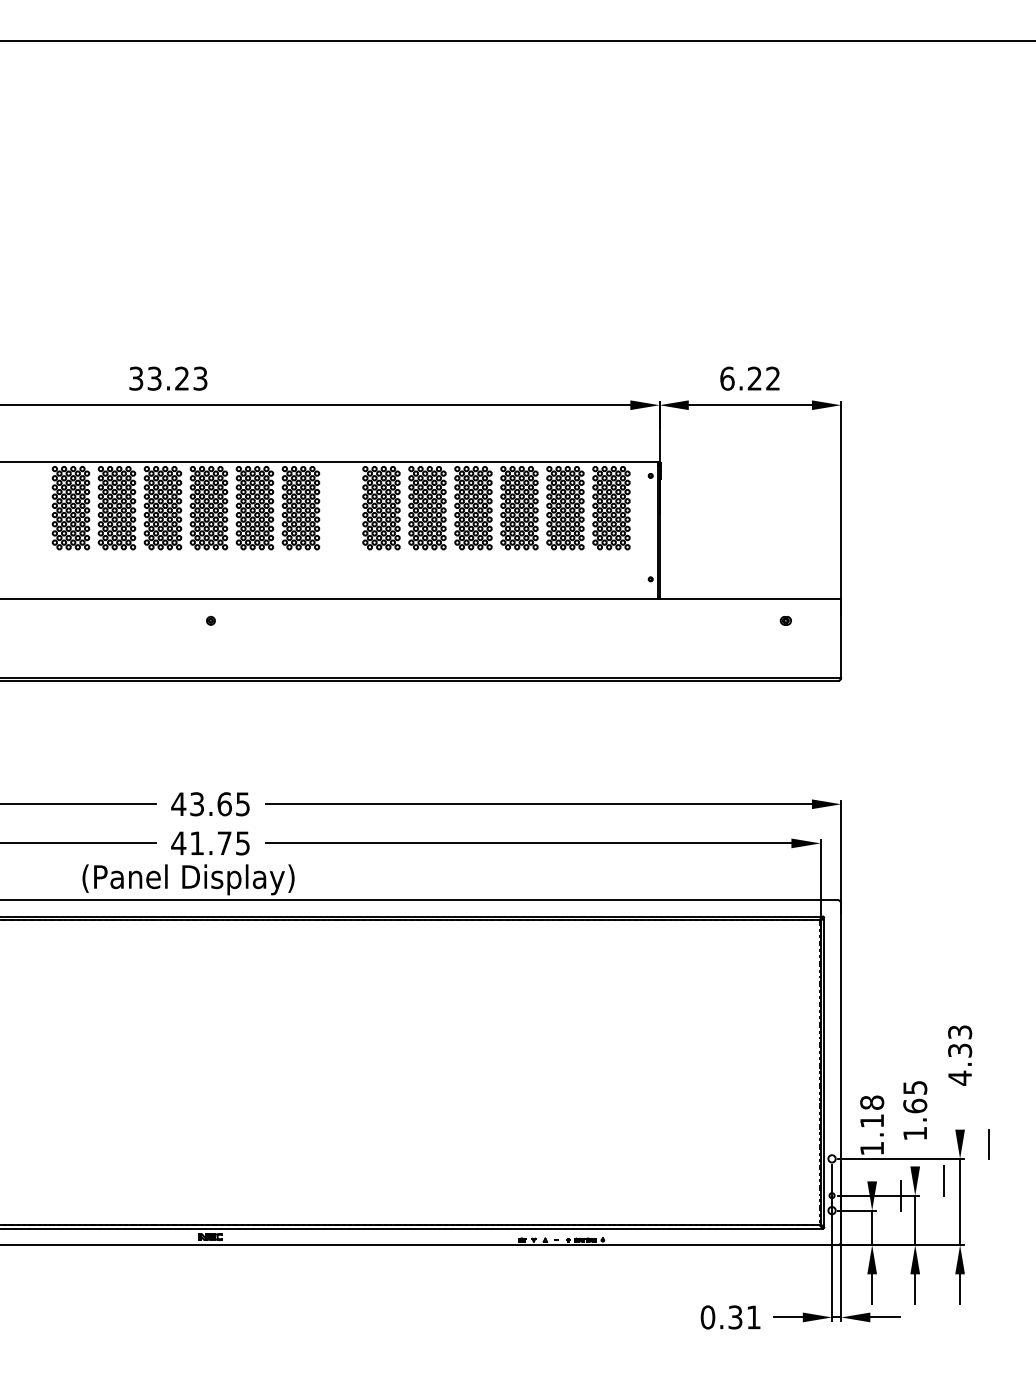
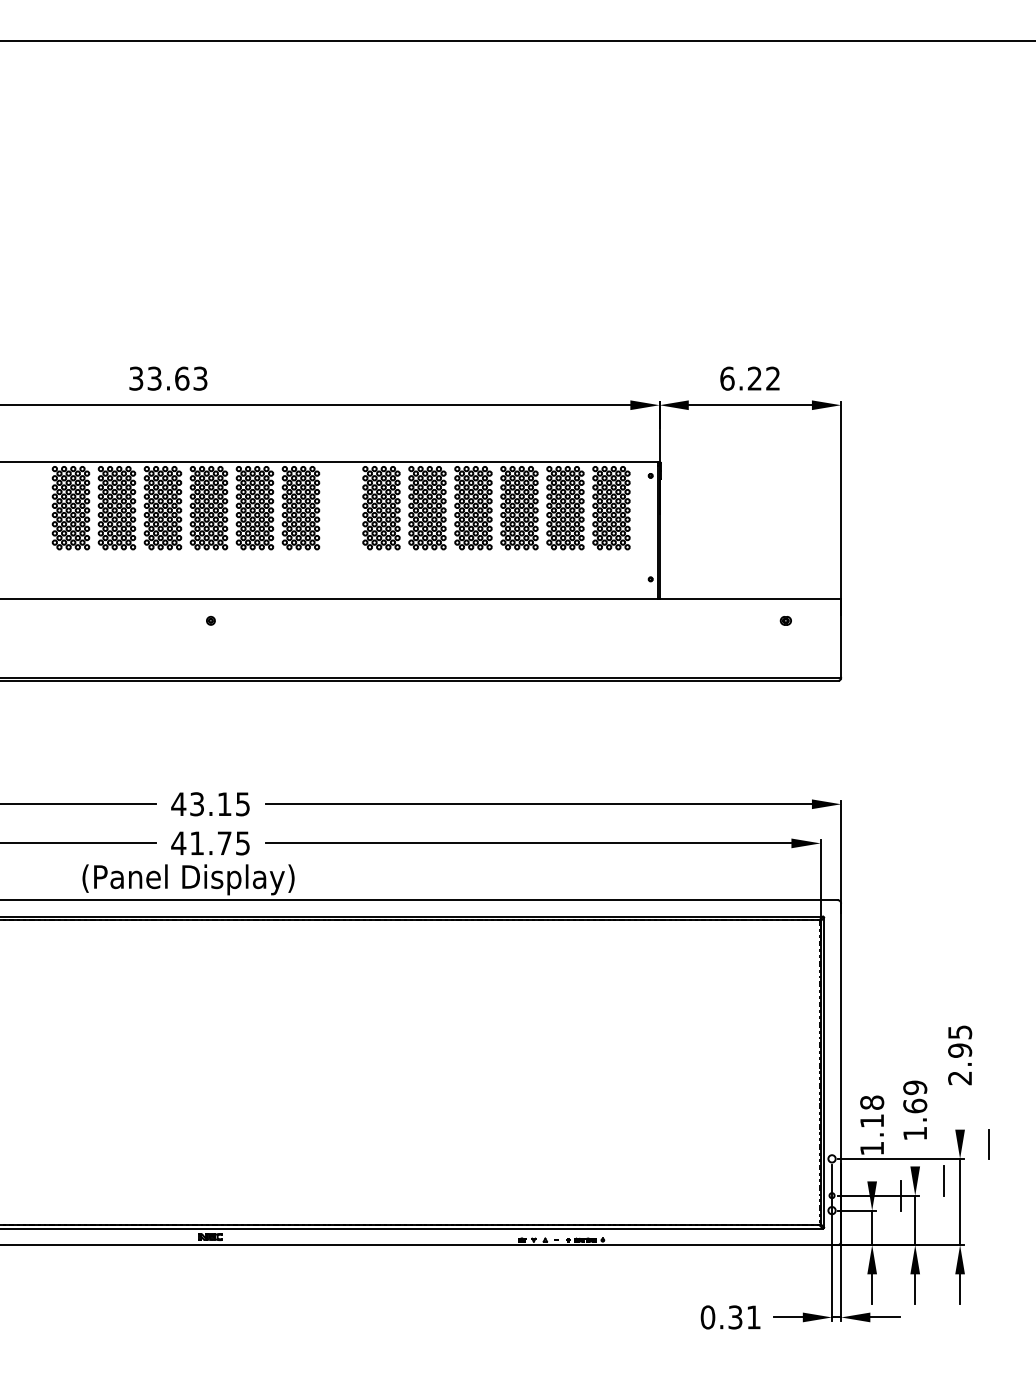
text at (182, 378): 33.23 -> 33.63
text at (224, 804): 43.65 -> 43.15
text at (959, 1055): 4.33 -> 2.95
text at (915, 1087): 1.65 -> 1.69
